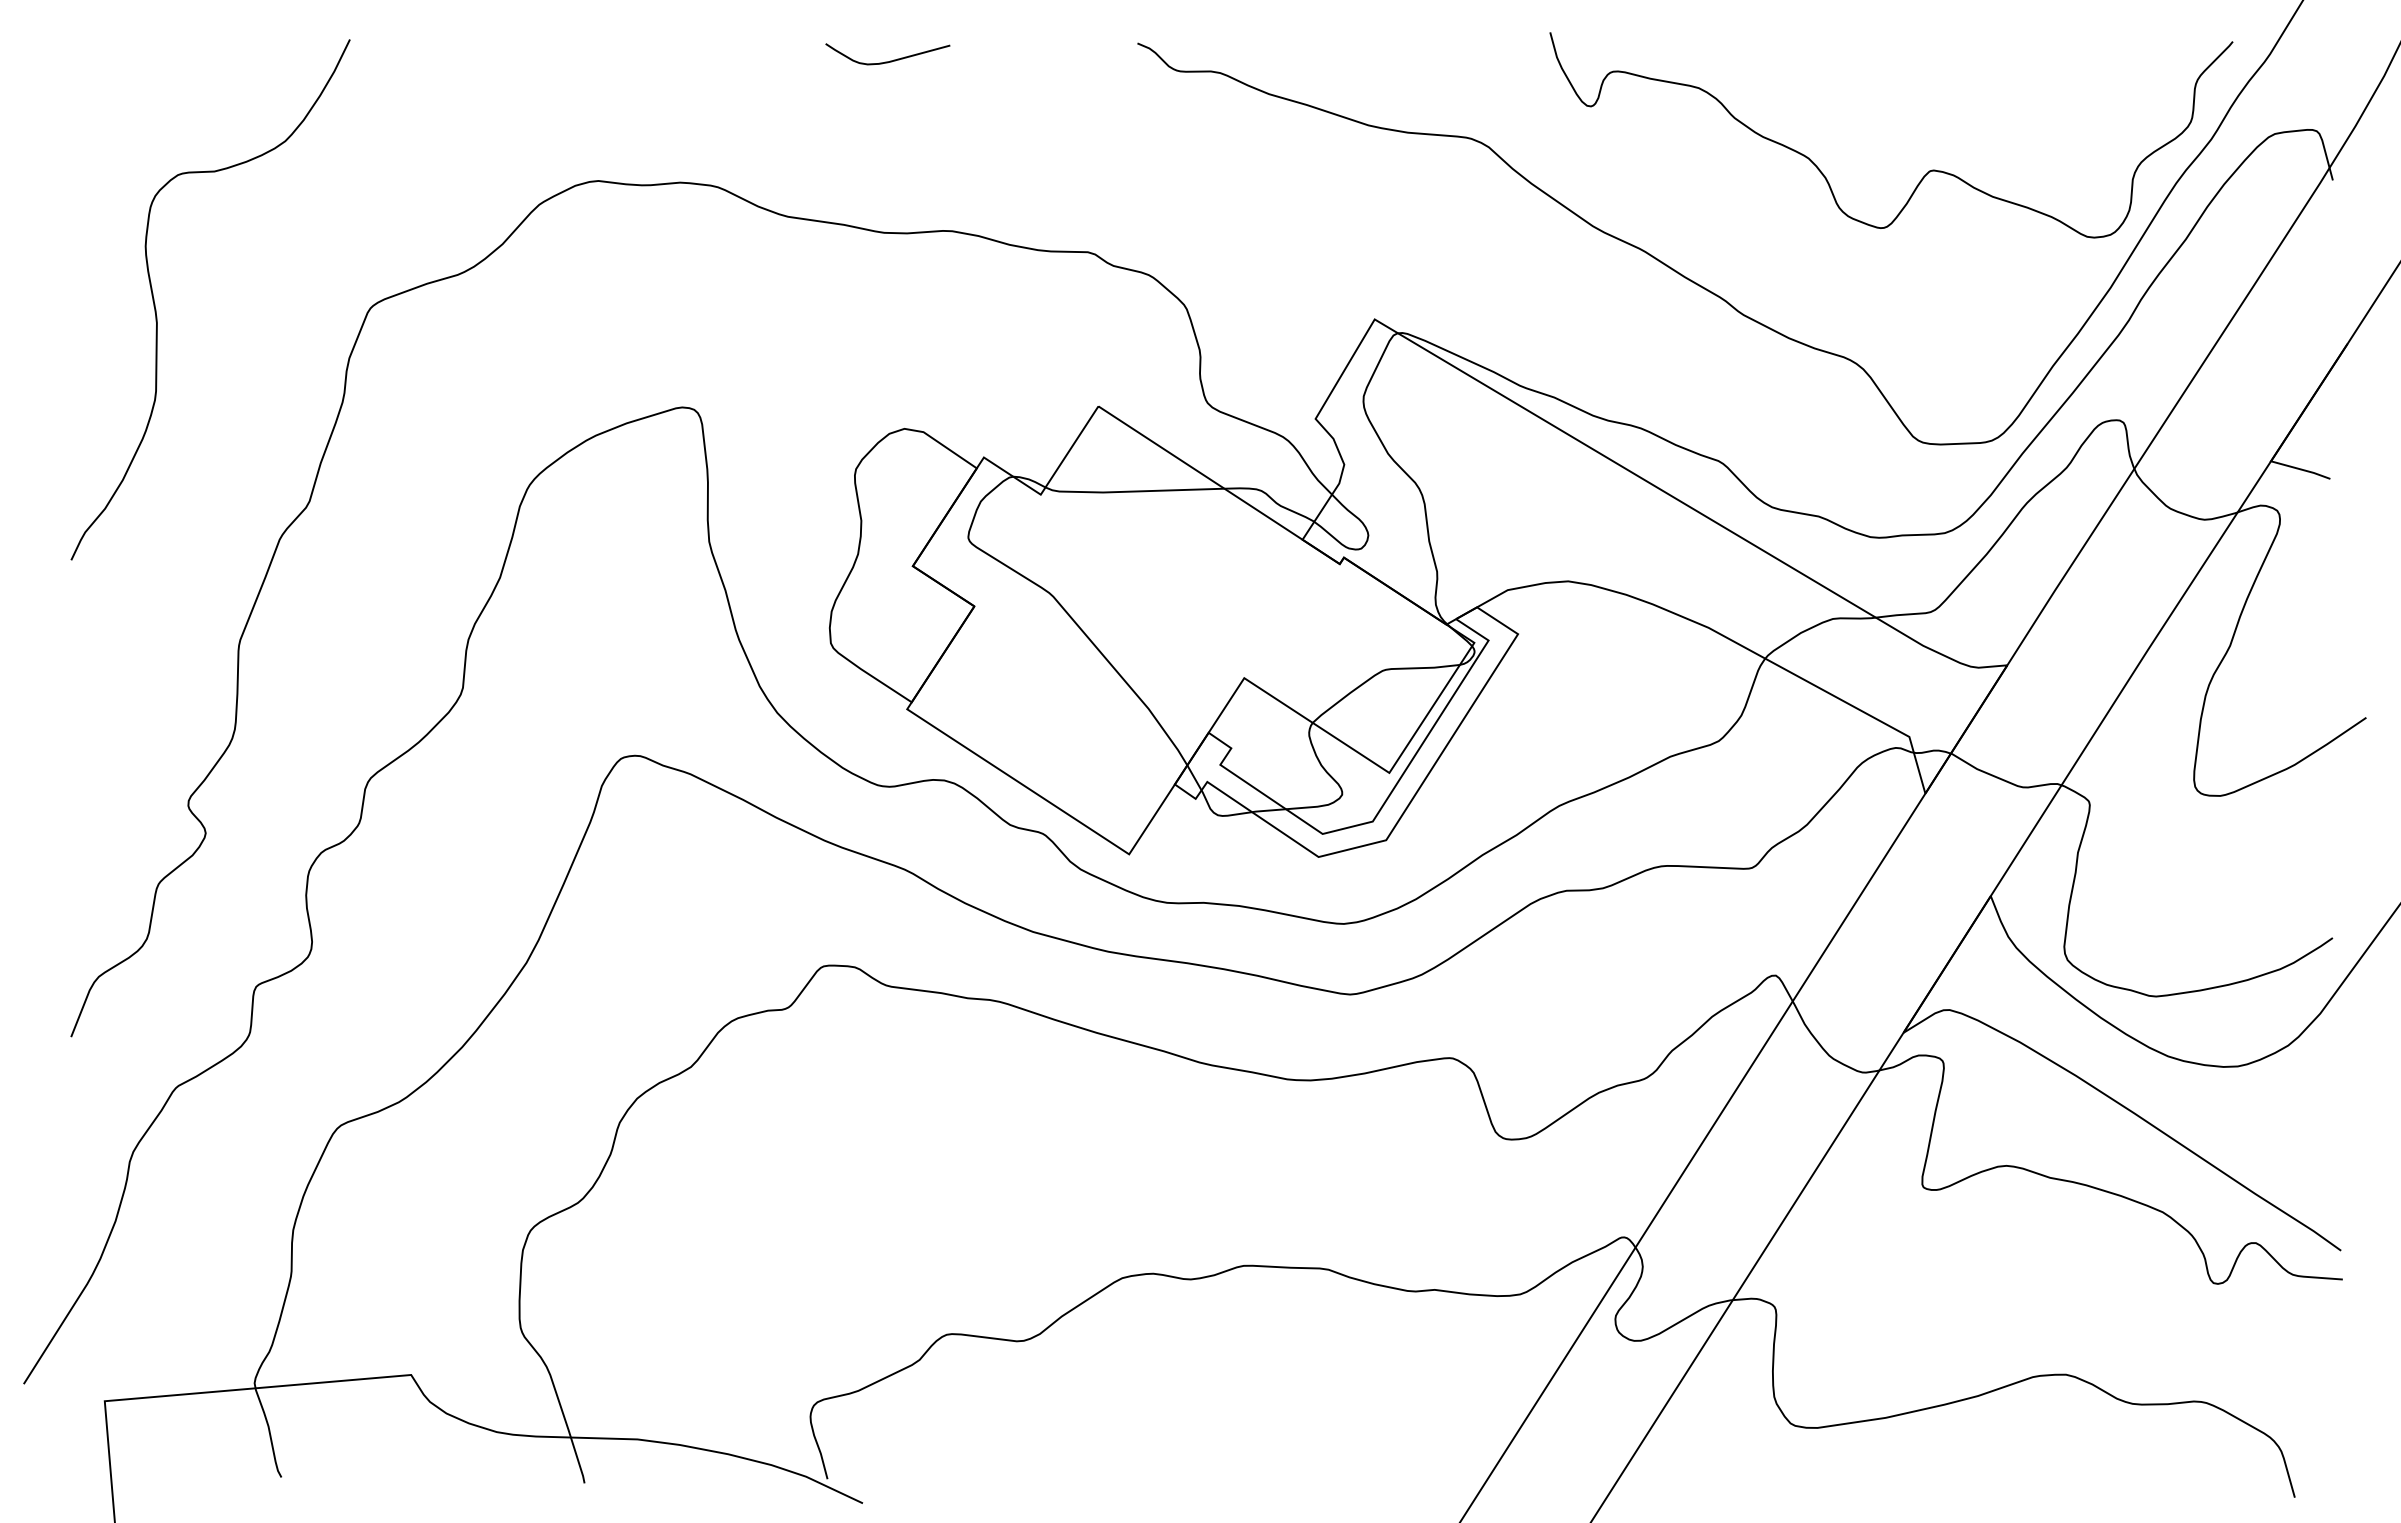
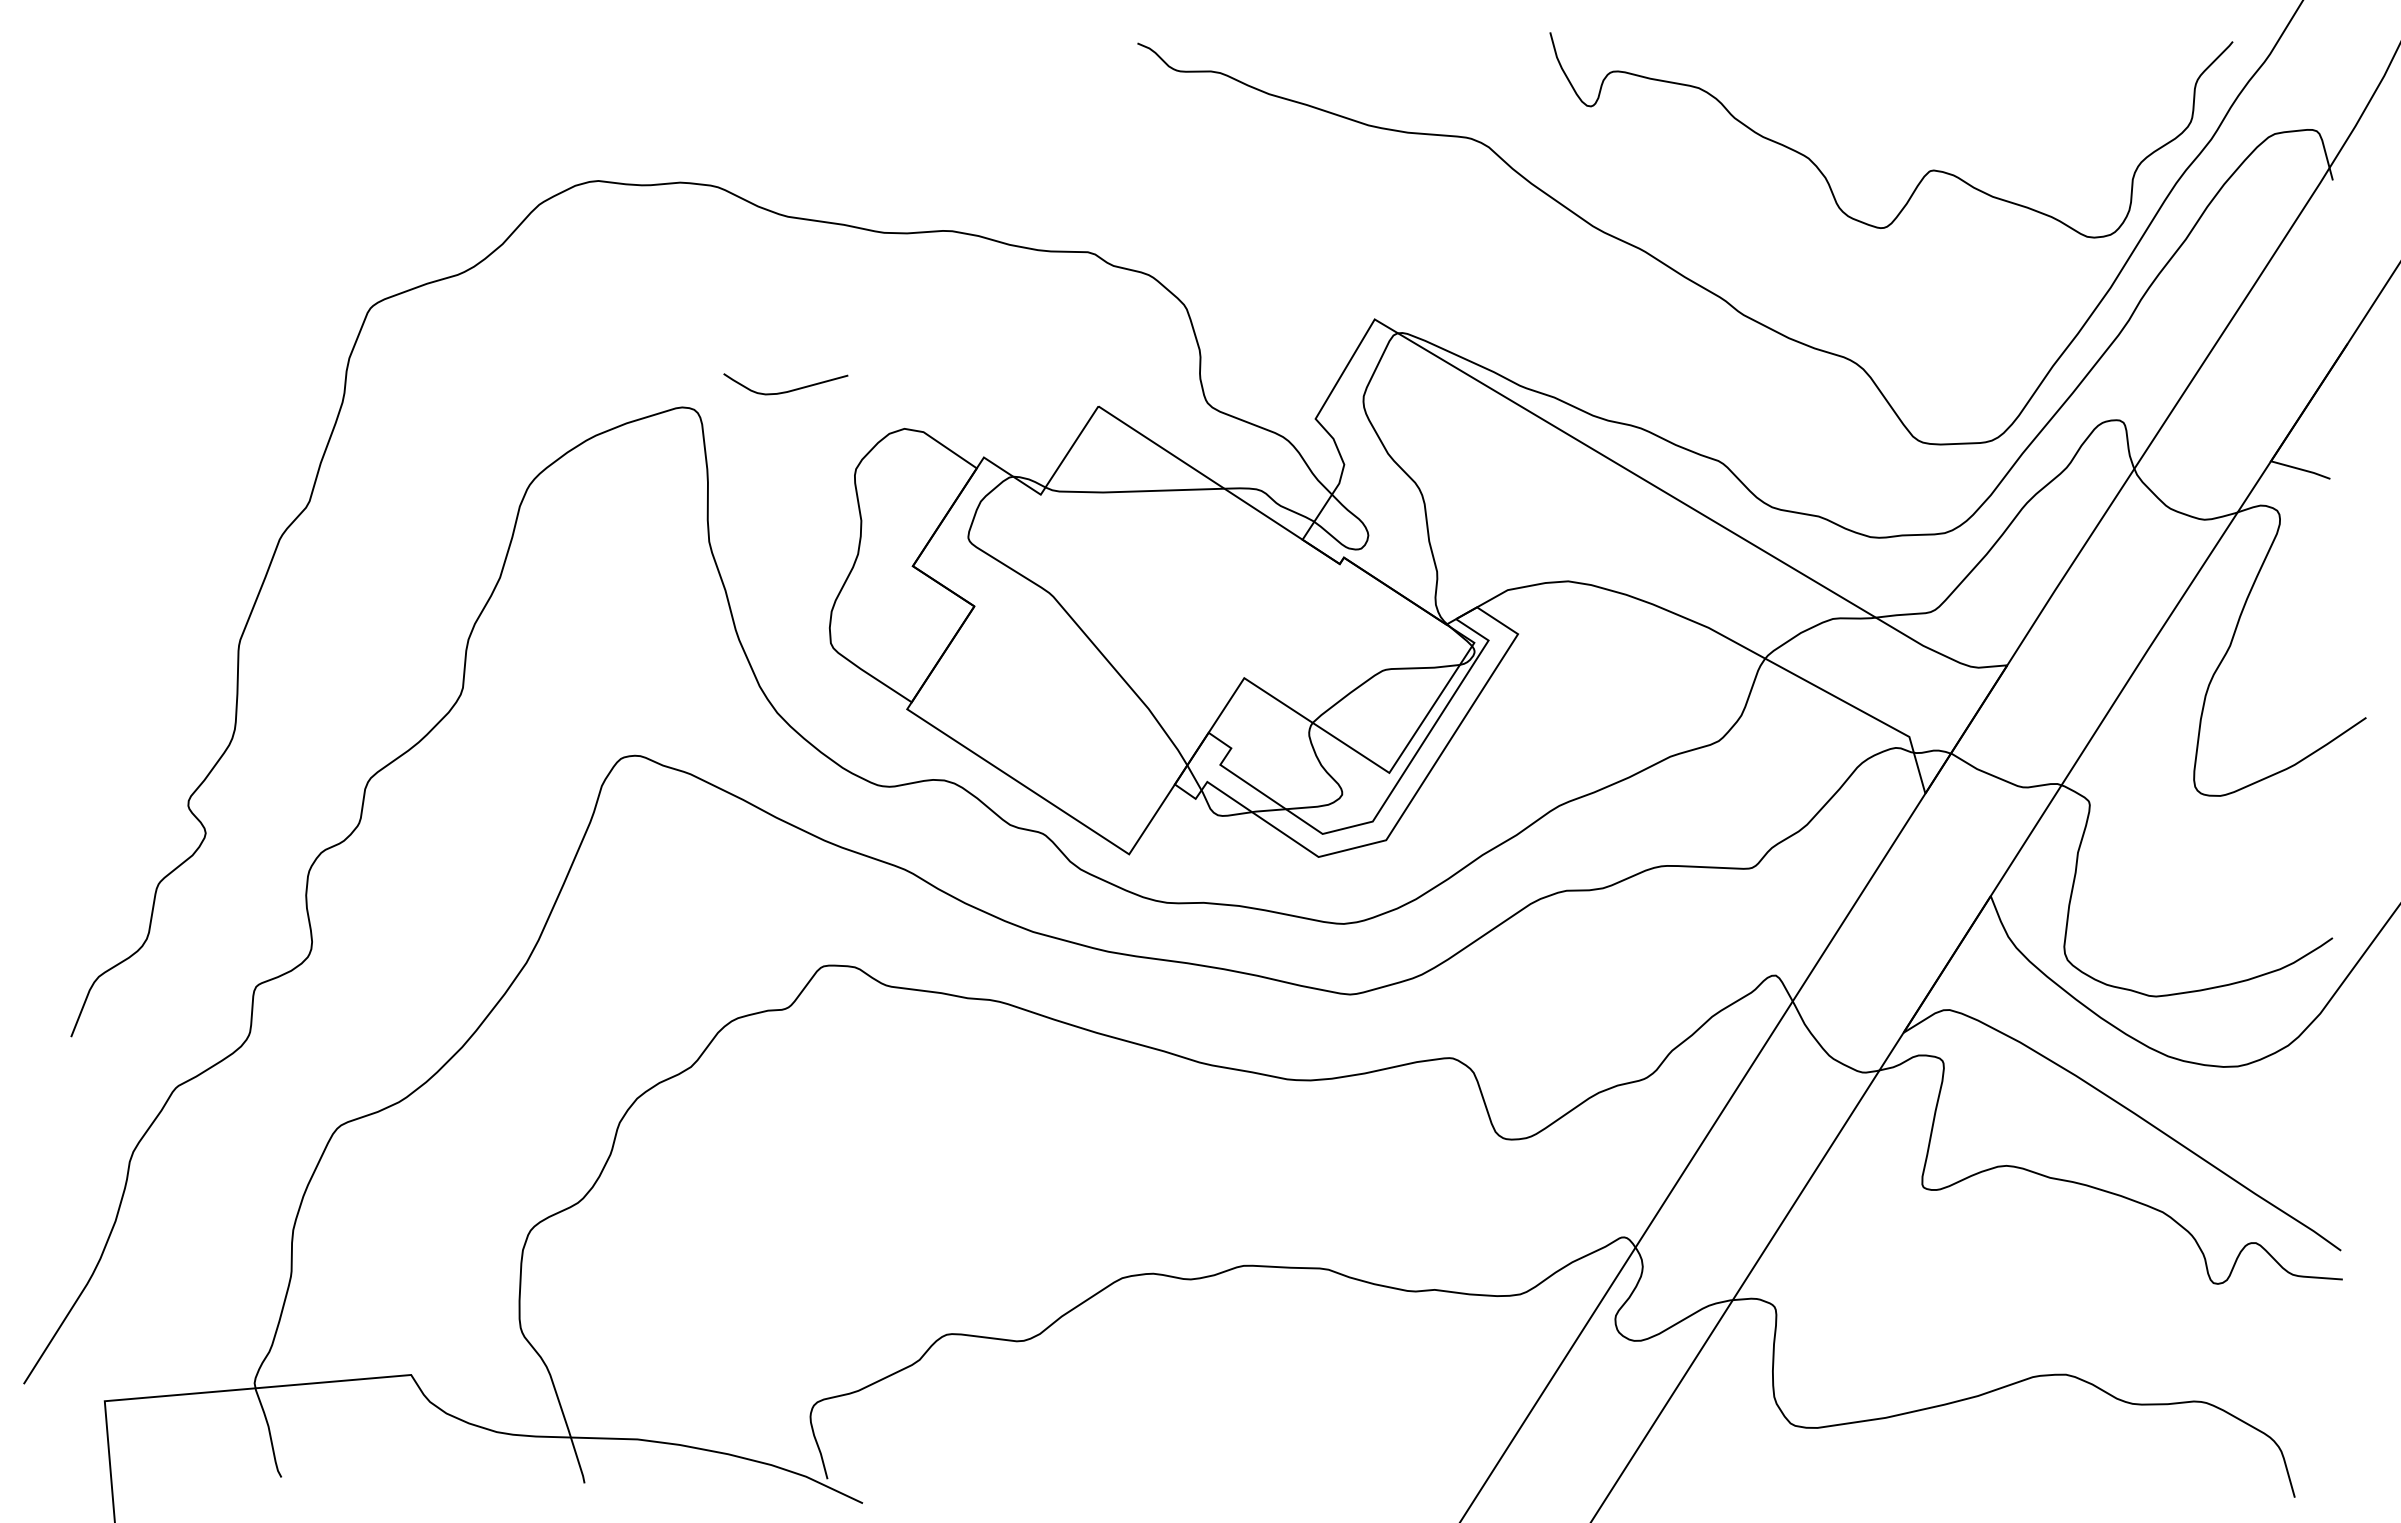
curve at (890, 60) position: (890, 60) -> (788, 390)
curve at (156, 309): present -> none
